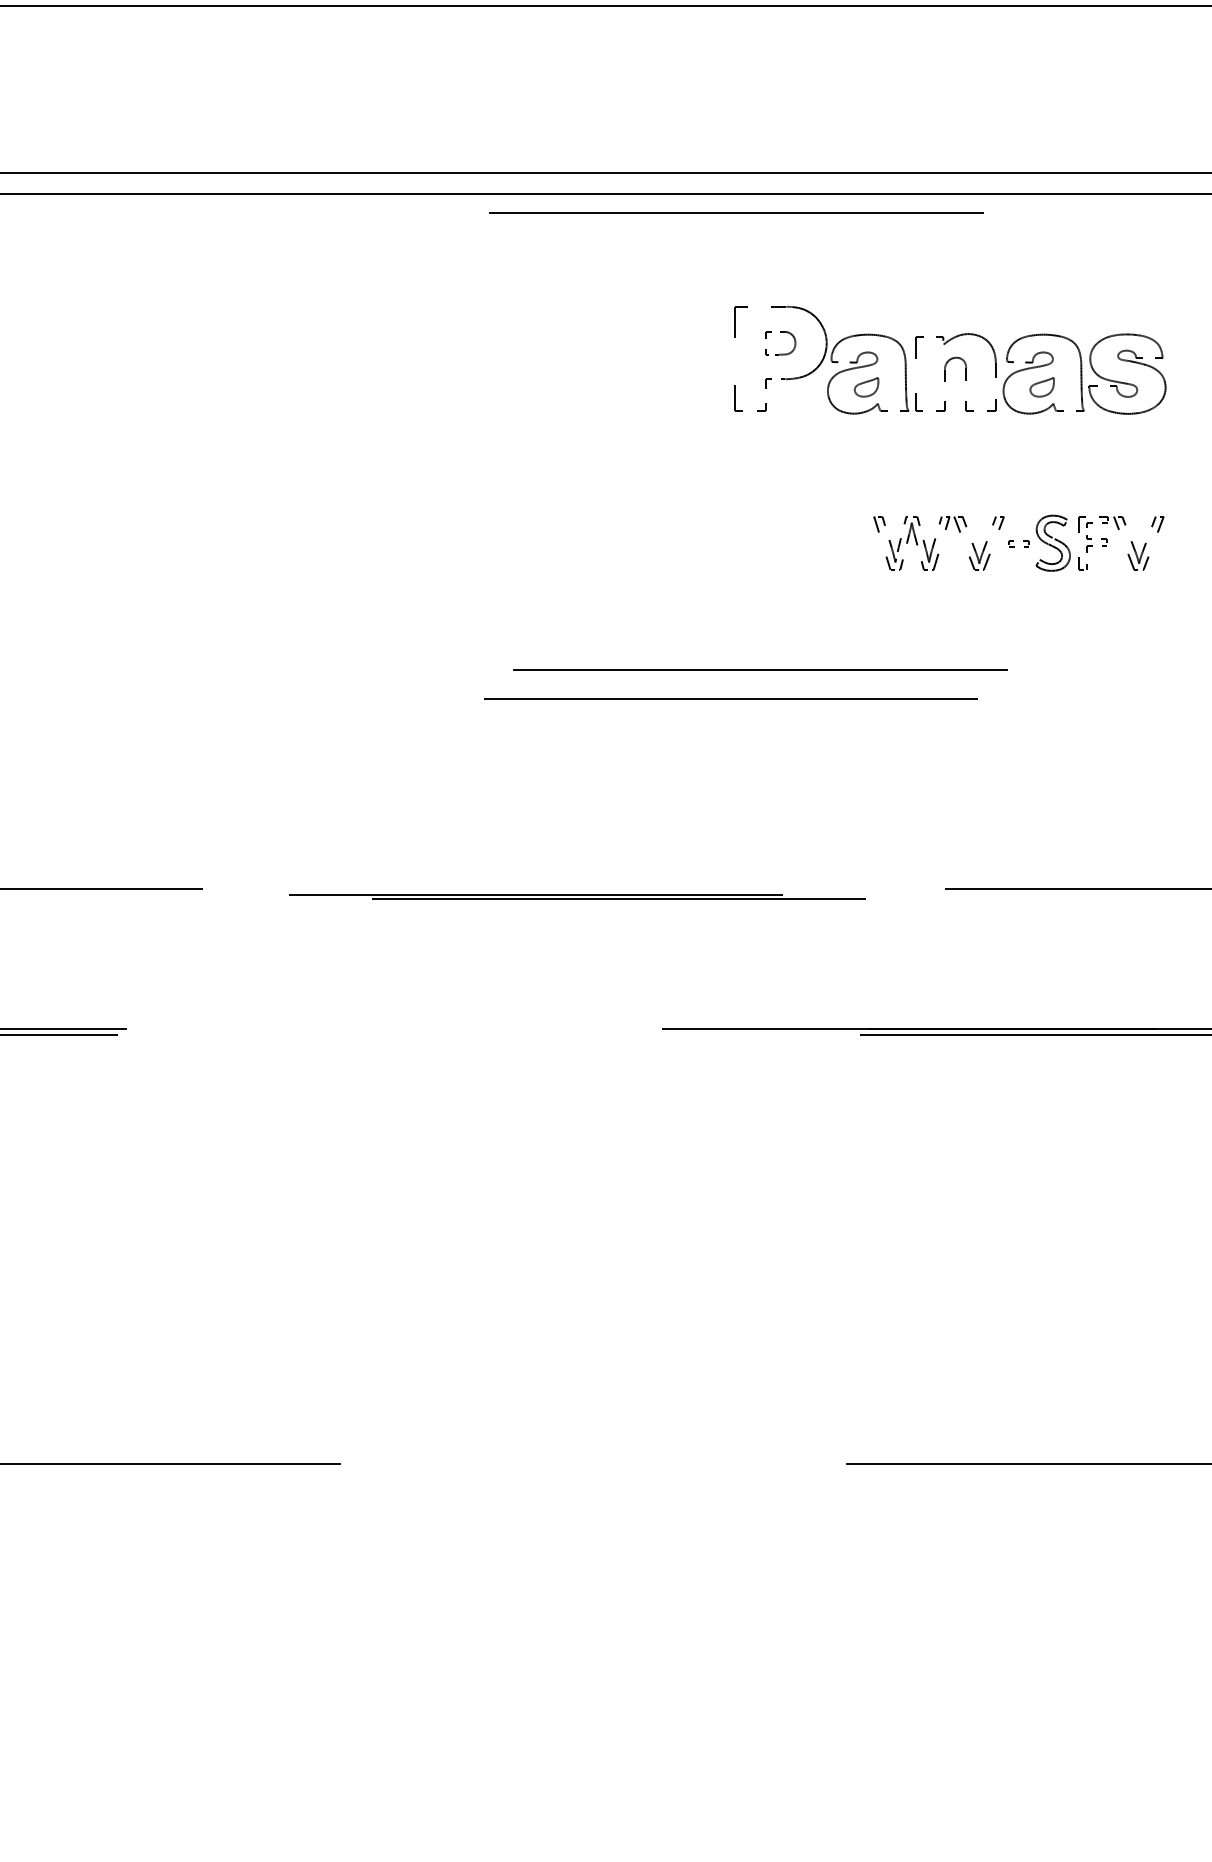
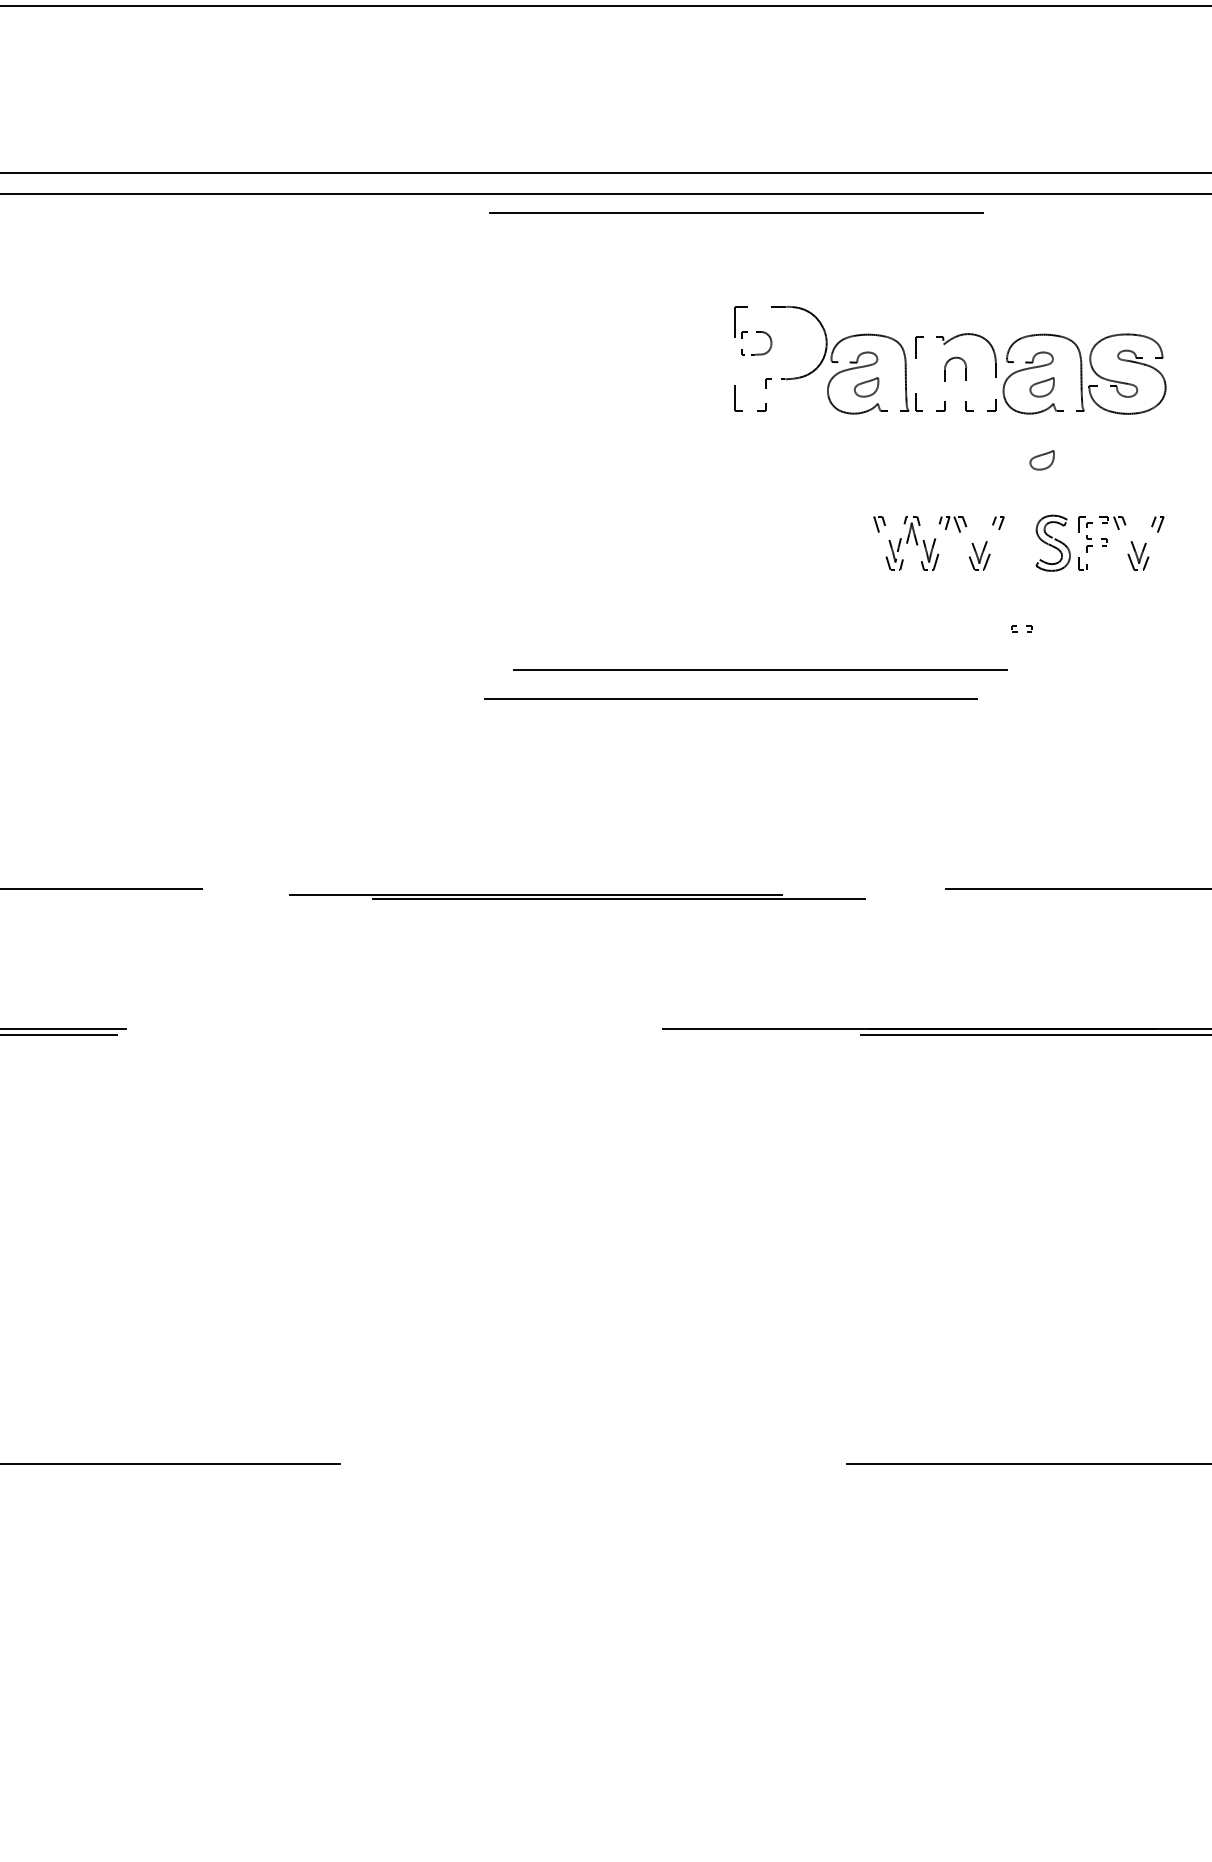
part at (780, 353) position: (780, 353) -> (756, 353)
part at (1041, 460): none -> present
part at (1018, 543) position: (1018, 543) -> (1021, 628)
